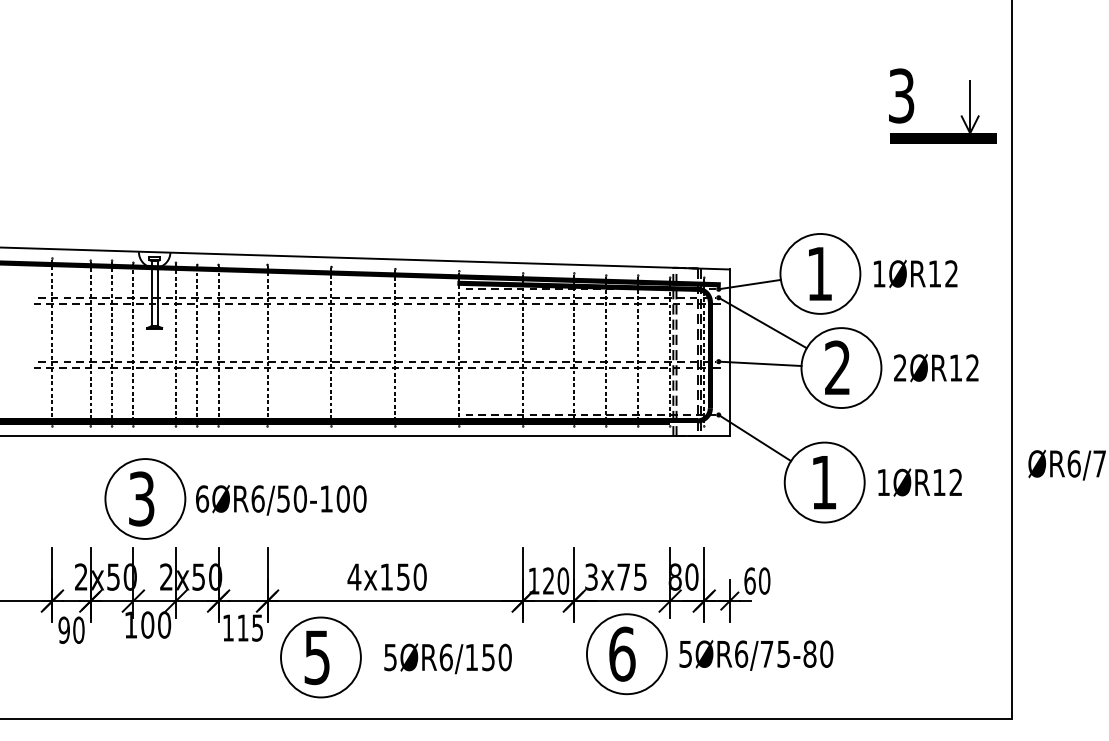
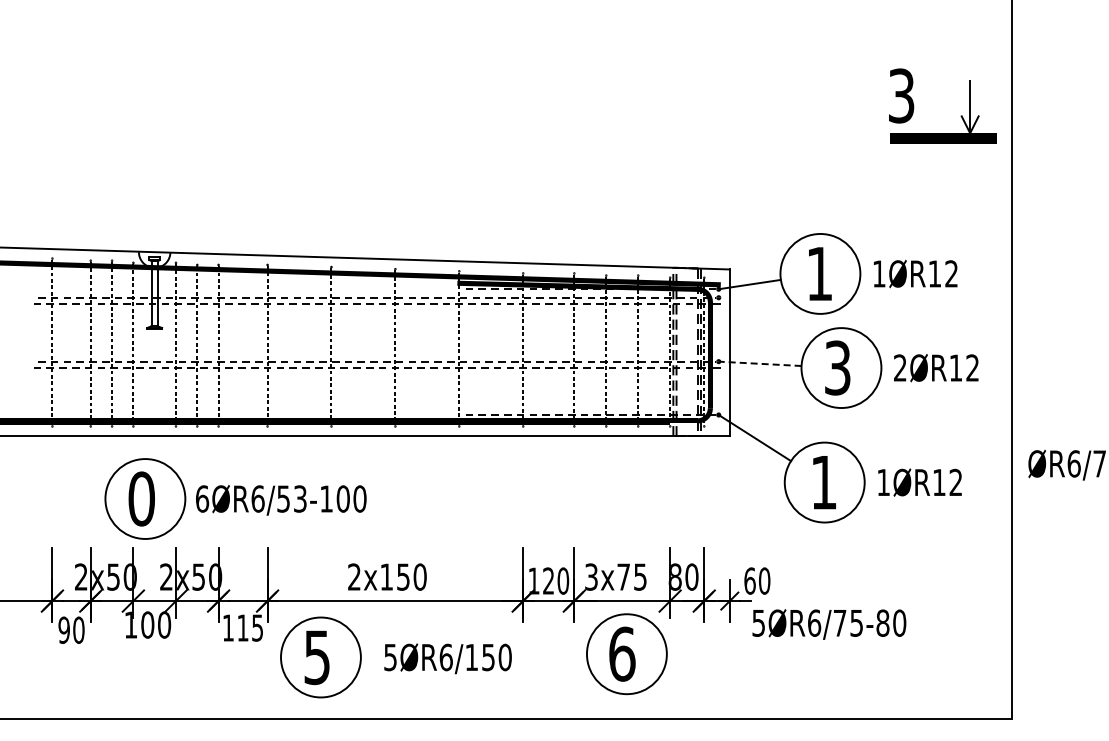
line at (762, 322): present -> none
line at (759, 363): solid -> dashed
text at (837, 367): 2 -> 3
text at (141, 498): 3 -> 0
text at (299, 498): 6ØR6/50-100 -> 6ØR6/53-100
text at (354, 576): 4x150 -> 2x150
text at (756, 655) position: (756, 655) -> (829, 624)
